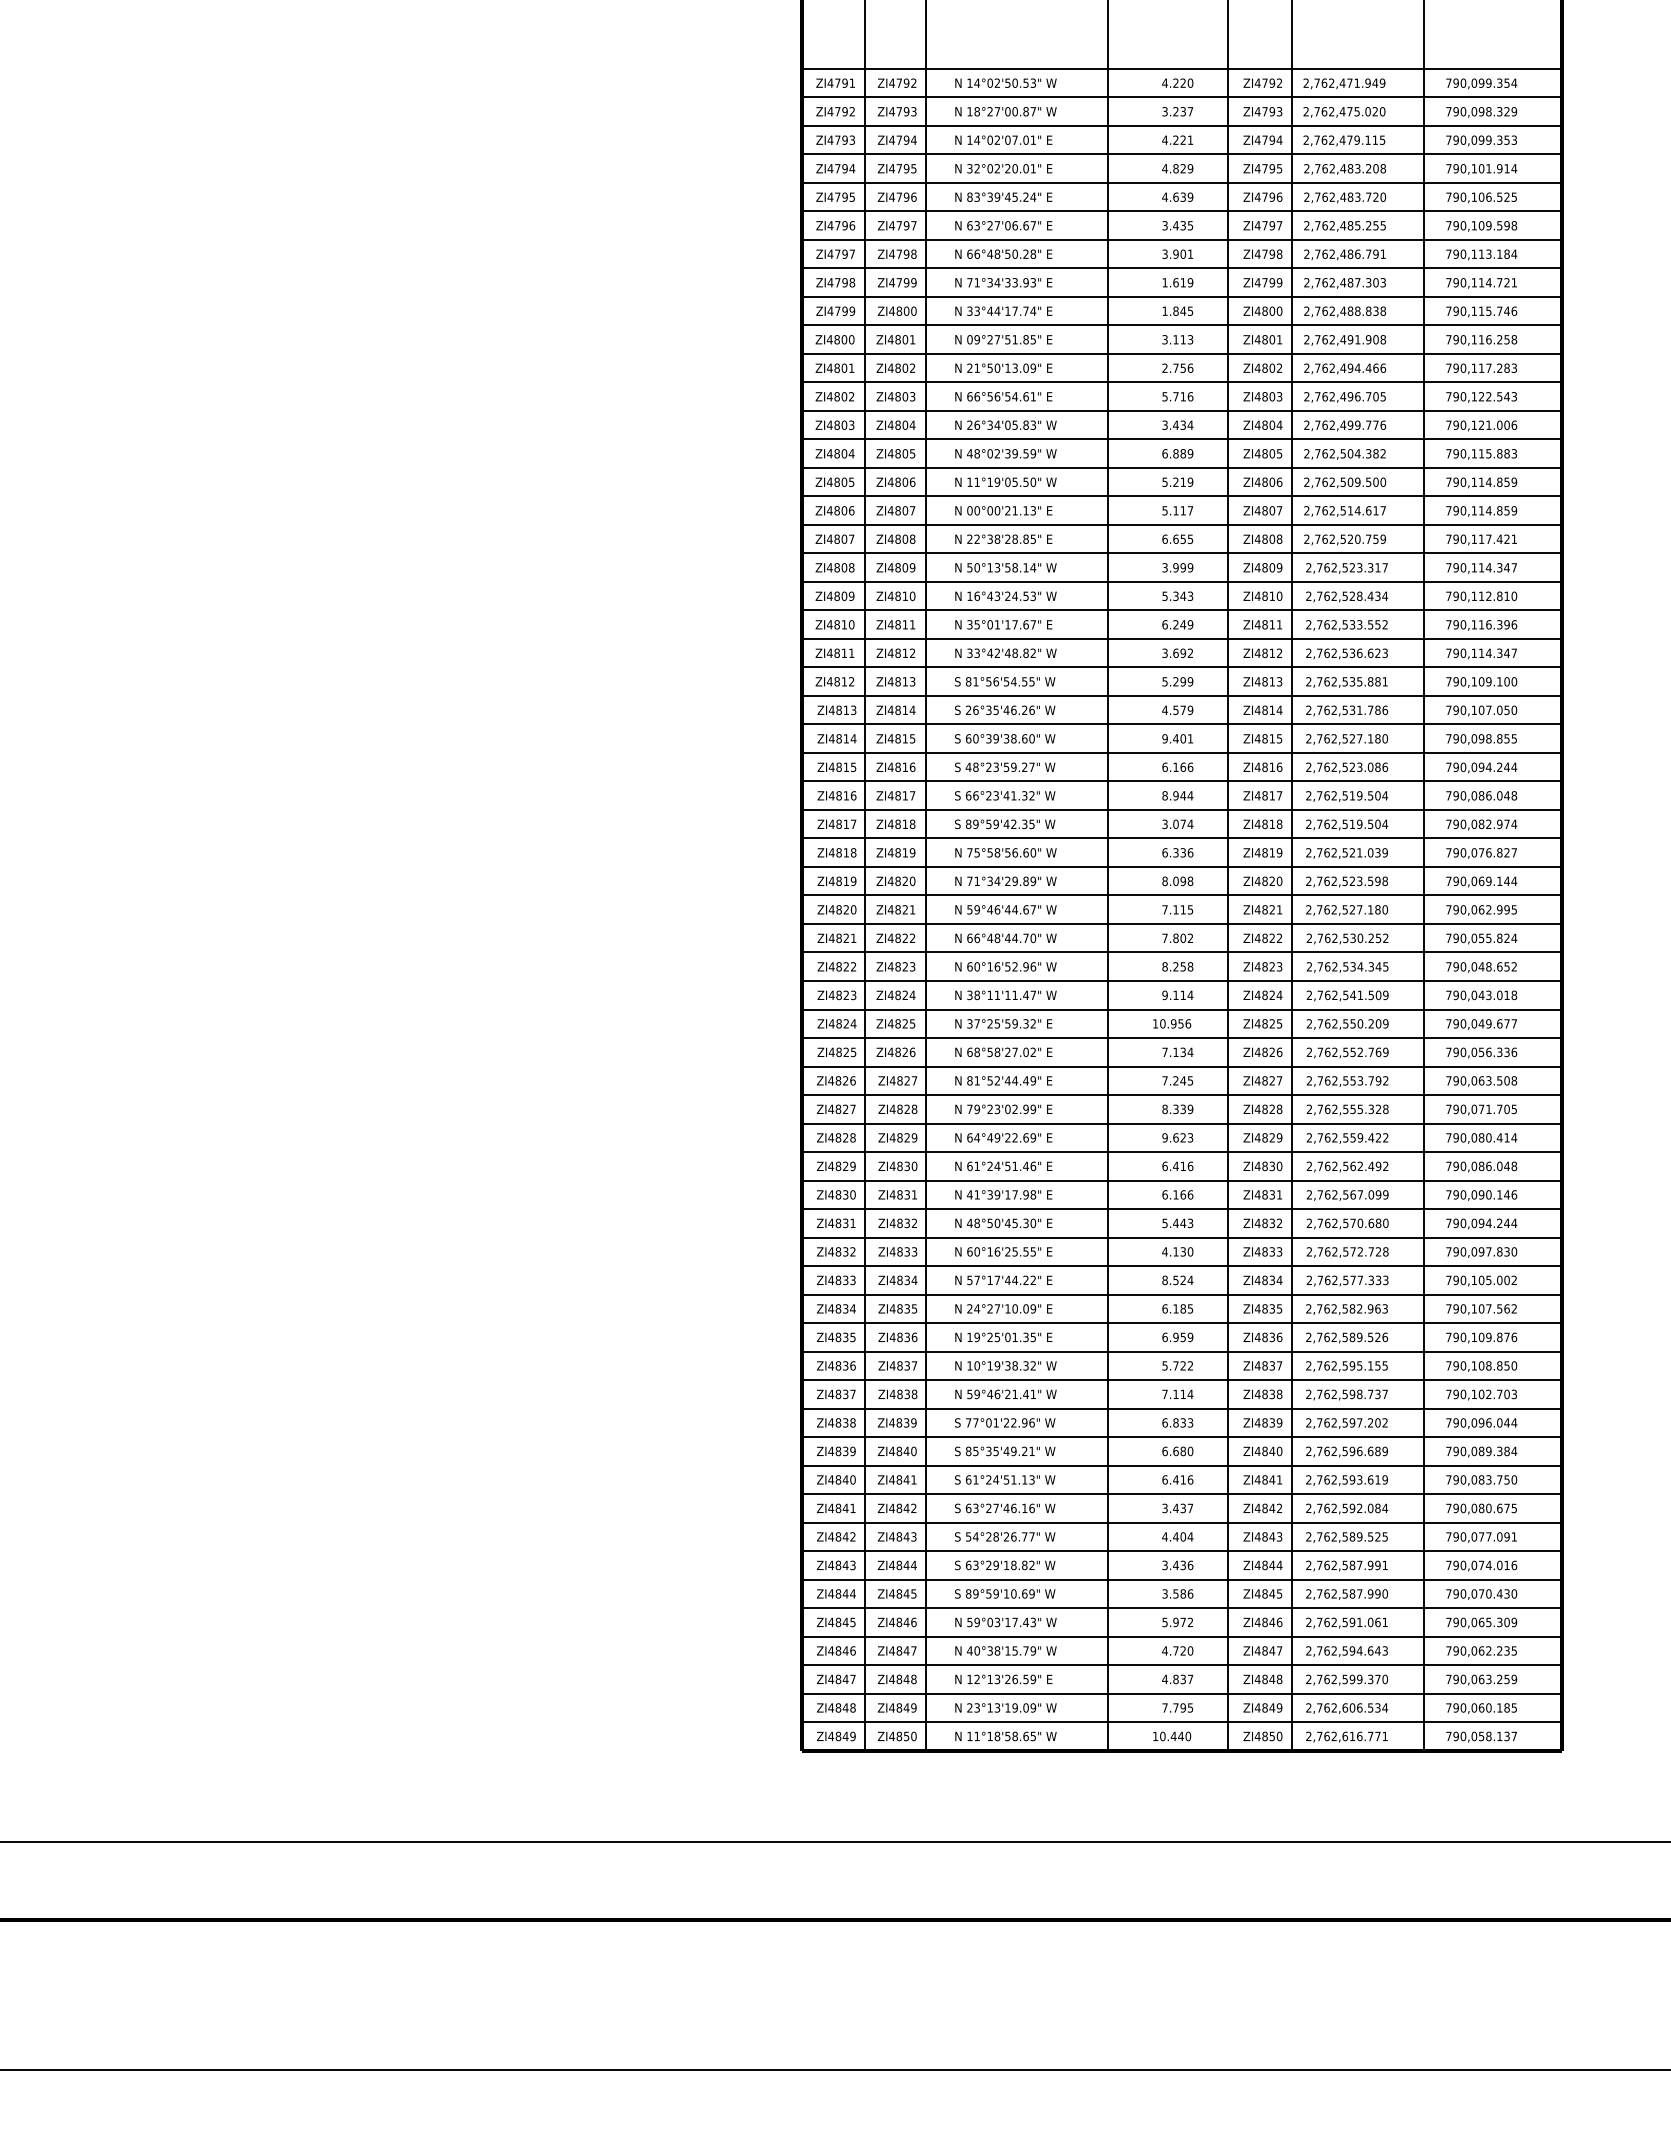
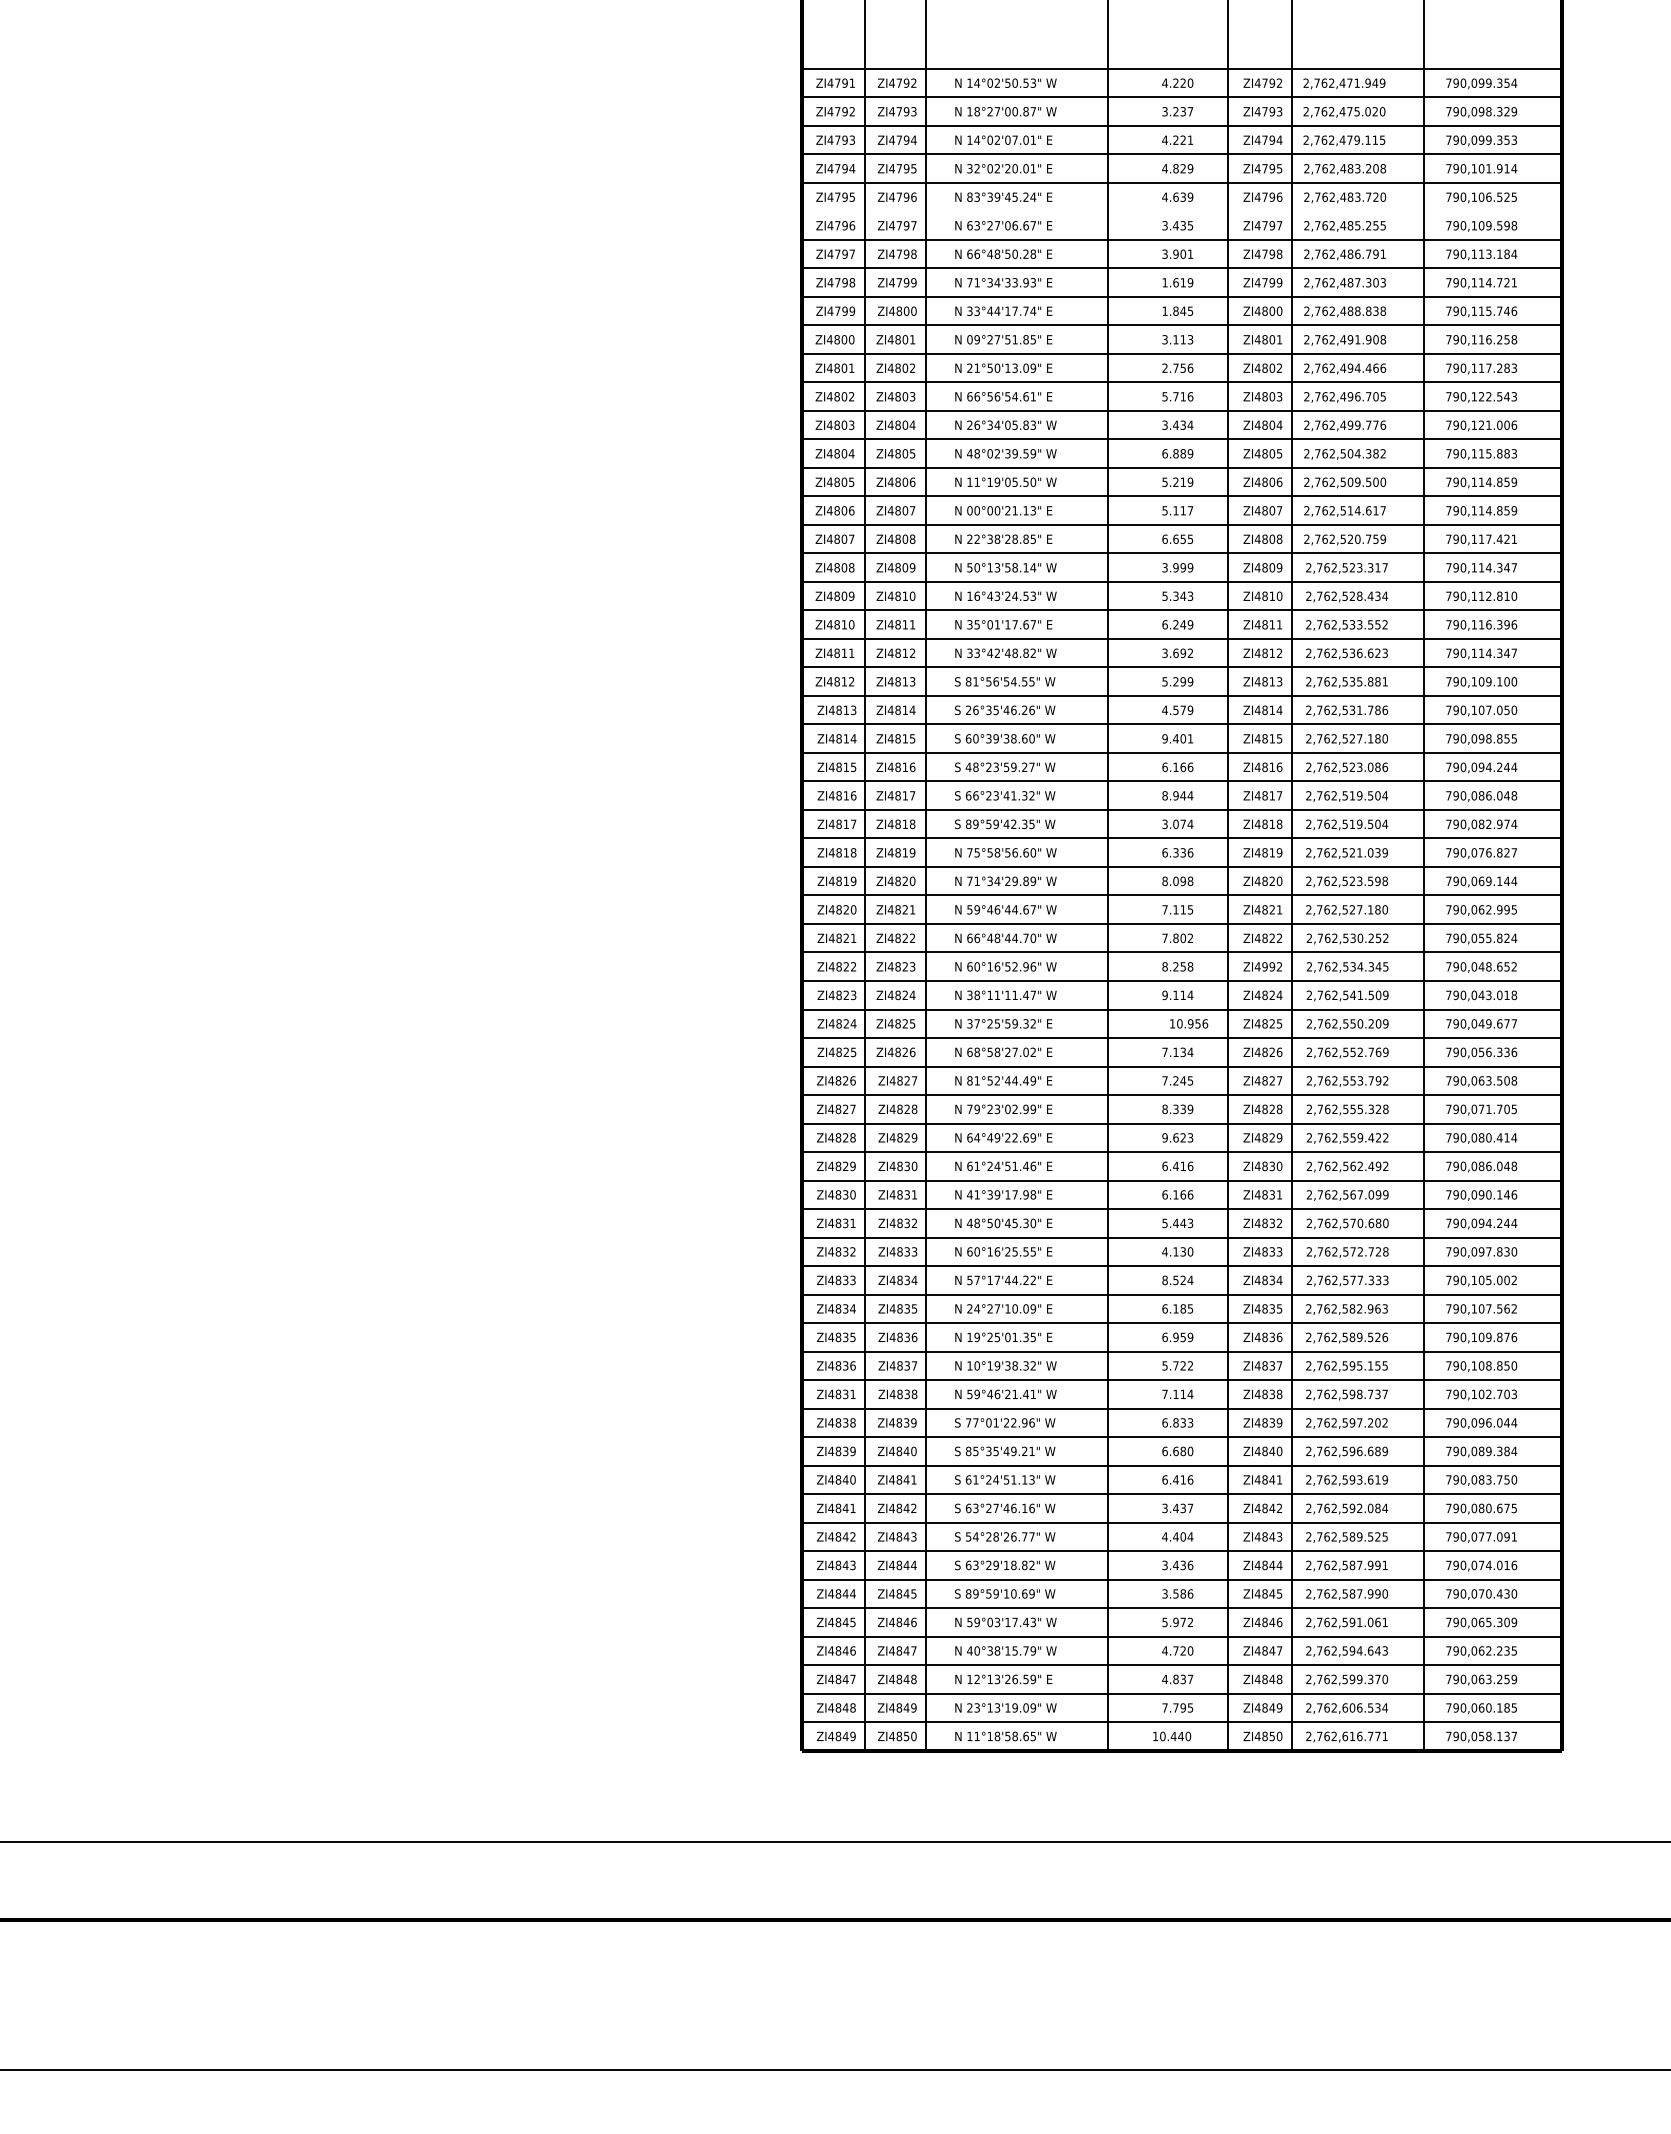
line at (1181, 211): present -> none
text at (1272, 966): ZI4823 -> ZI4992
text at (1172, 1023) position: (1172, 1023) -> (1189, 1023)
text at (852, 1393): ZI4837 -> ZI4831
